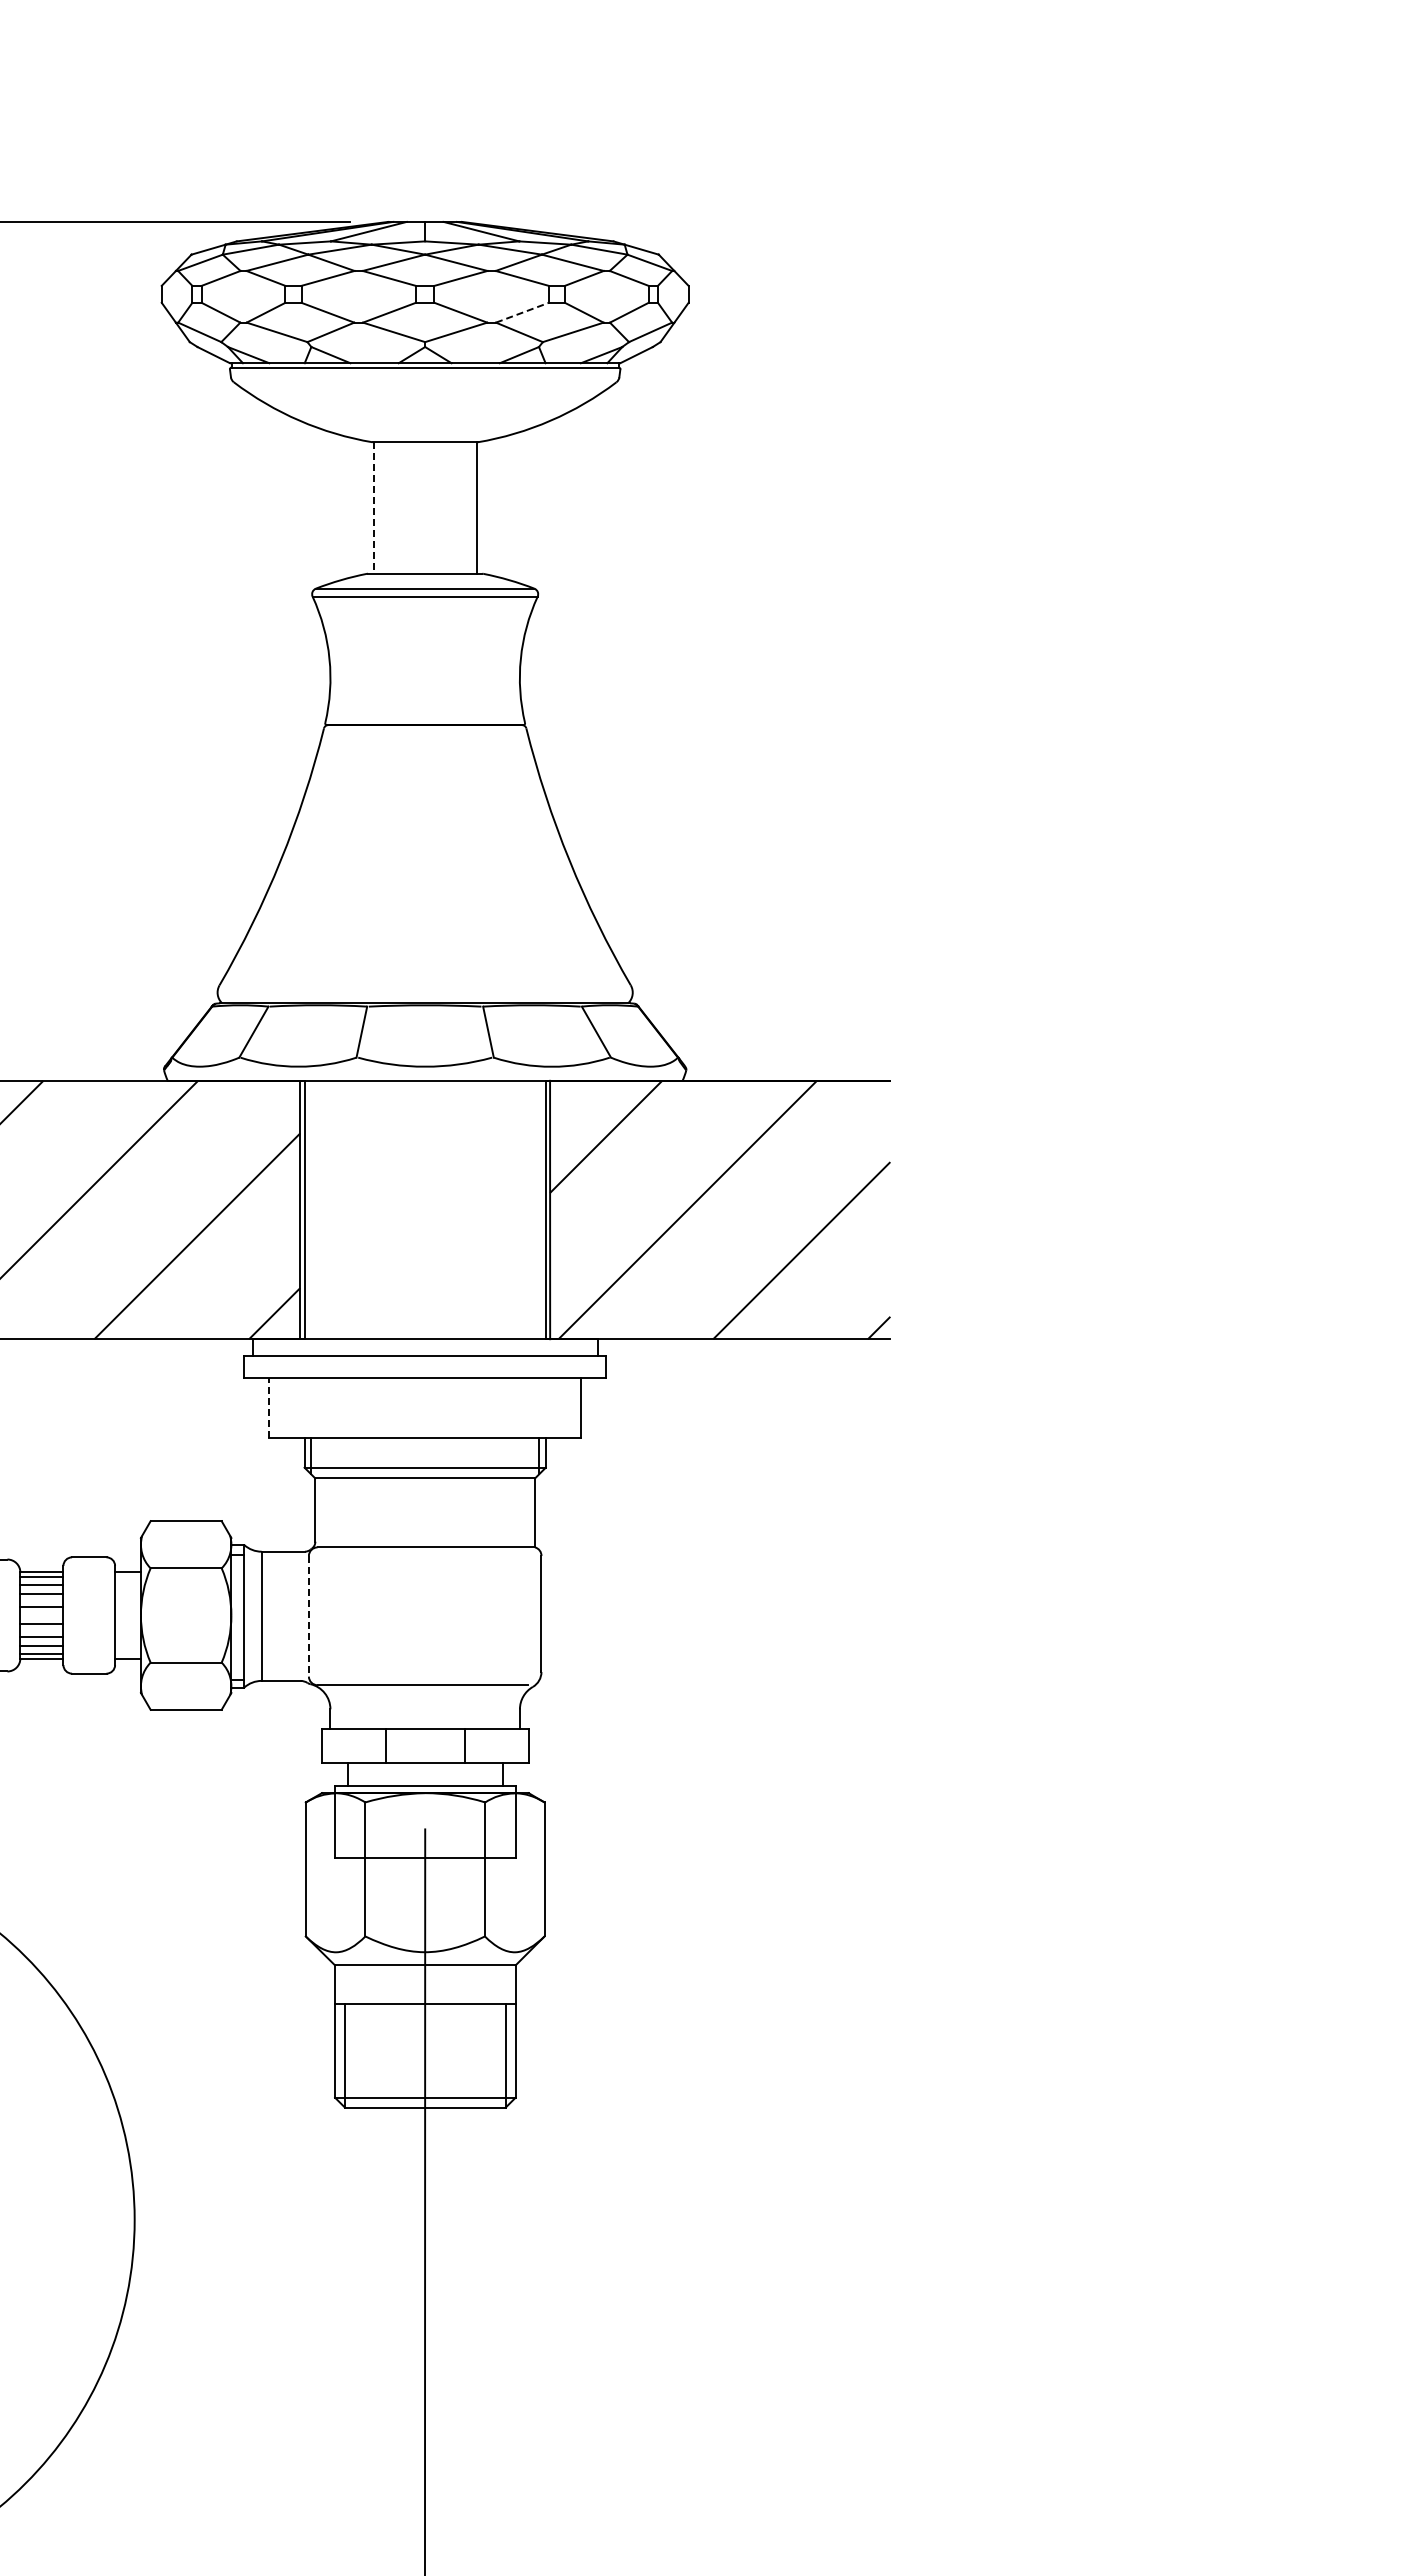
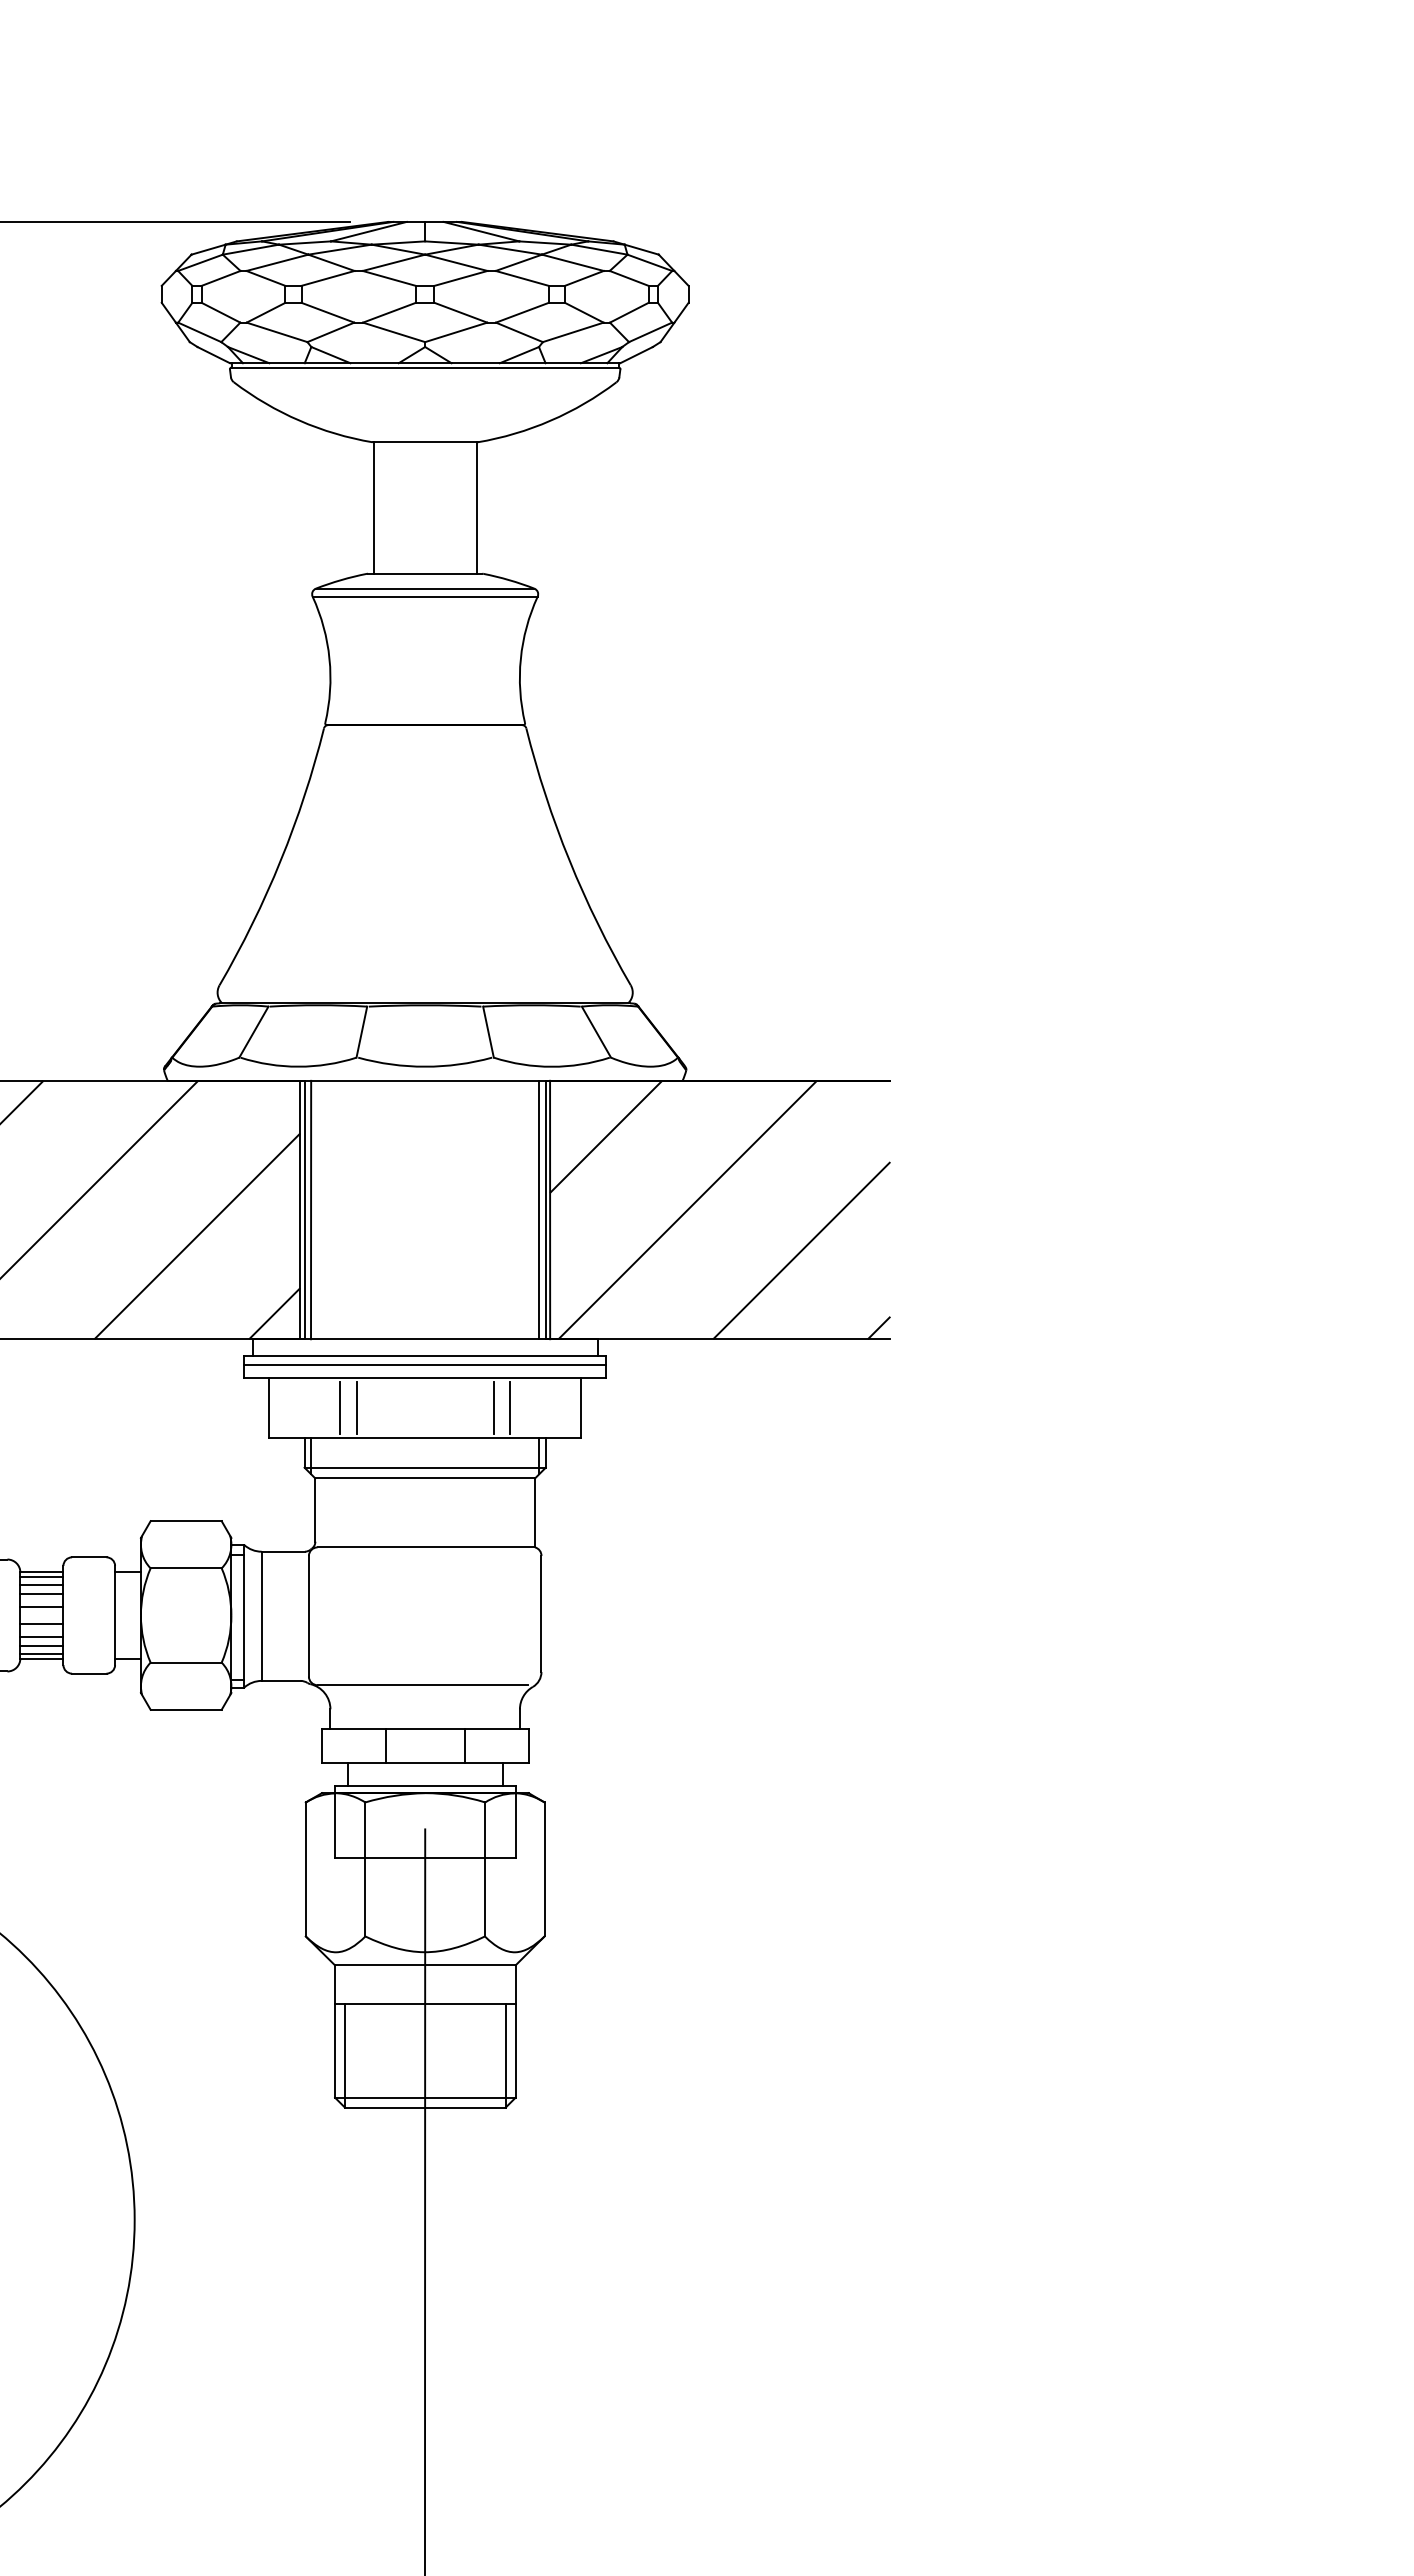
line at (522, 312): dashed -> solid
line at (373, 508): dashed -> solid
line at (311, 1209): none -> present
line at (539, 1209): none -> present
line at (425, 1365): none -> present
line at (269, 1407): dashed -> solid
line at (340, 1408): none -> present
line at (356, 1408): none -> present
line at (493, 1408): none -> present
line at (510, 1408): none -> present
line at (308, 1616): dashed -> solid
